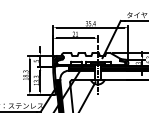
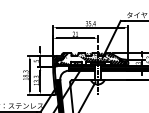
hatch at (90, 58): none -> present
